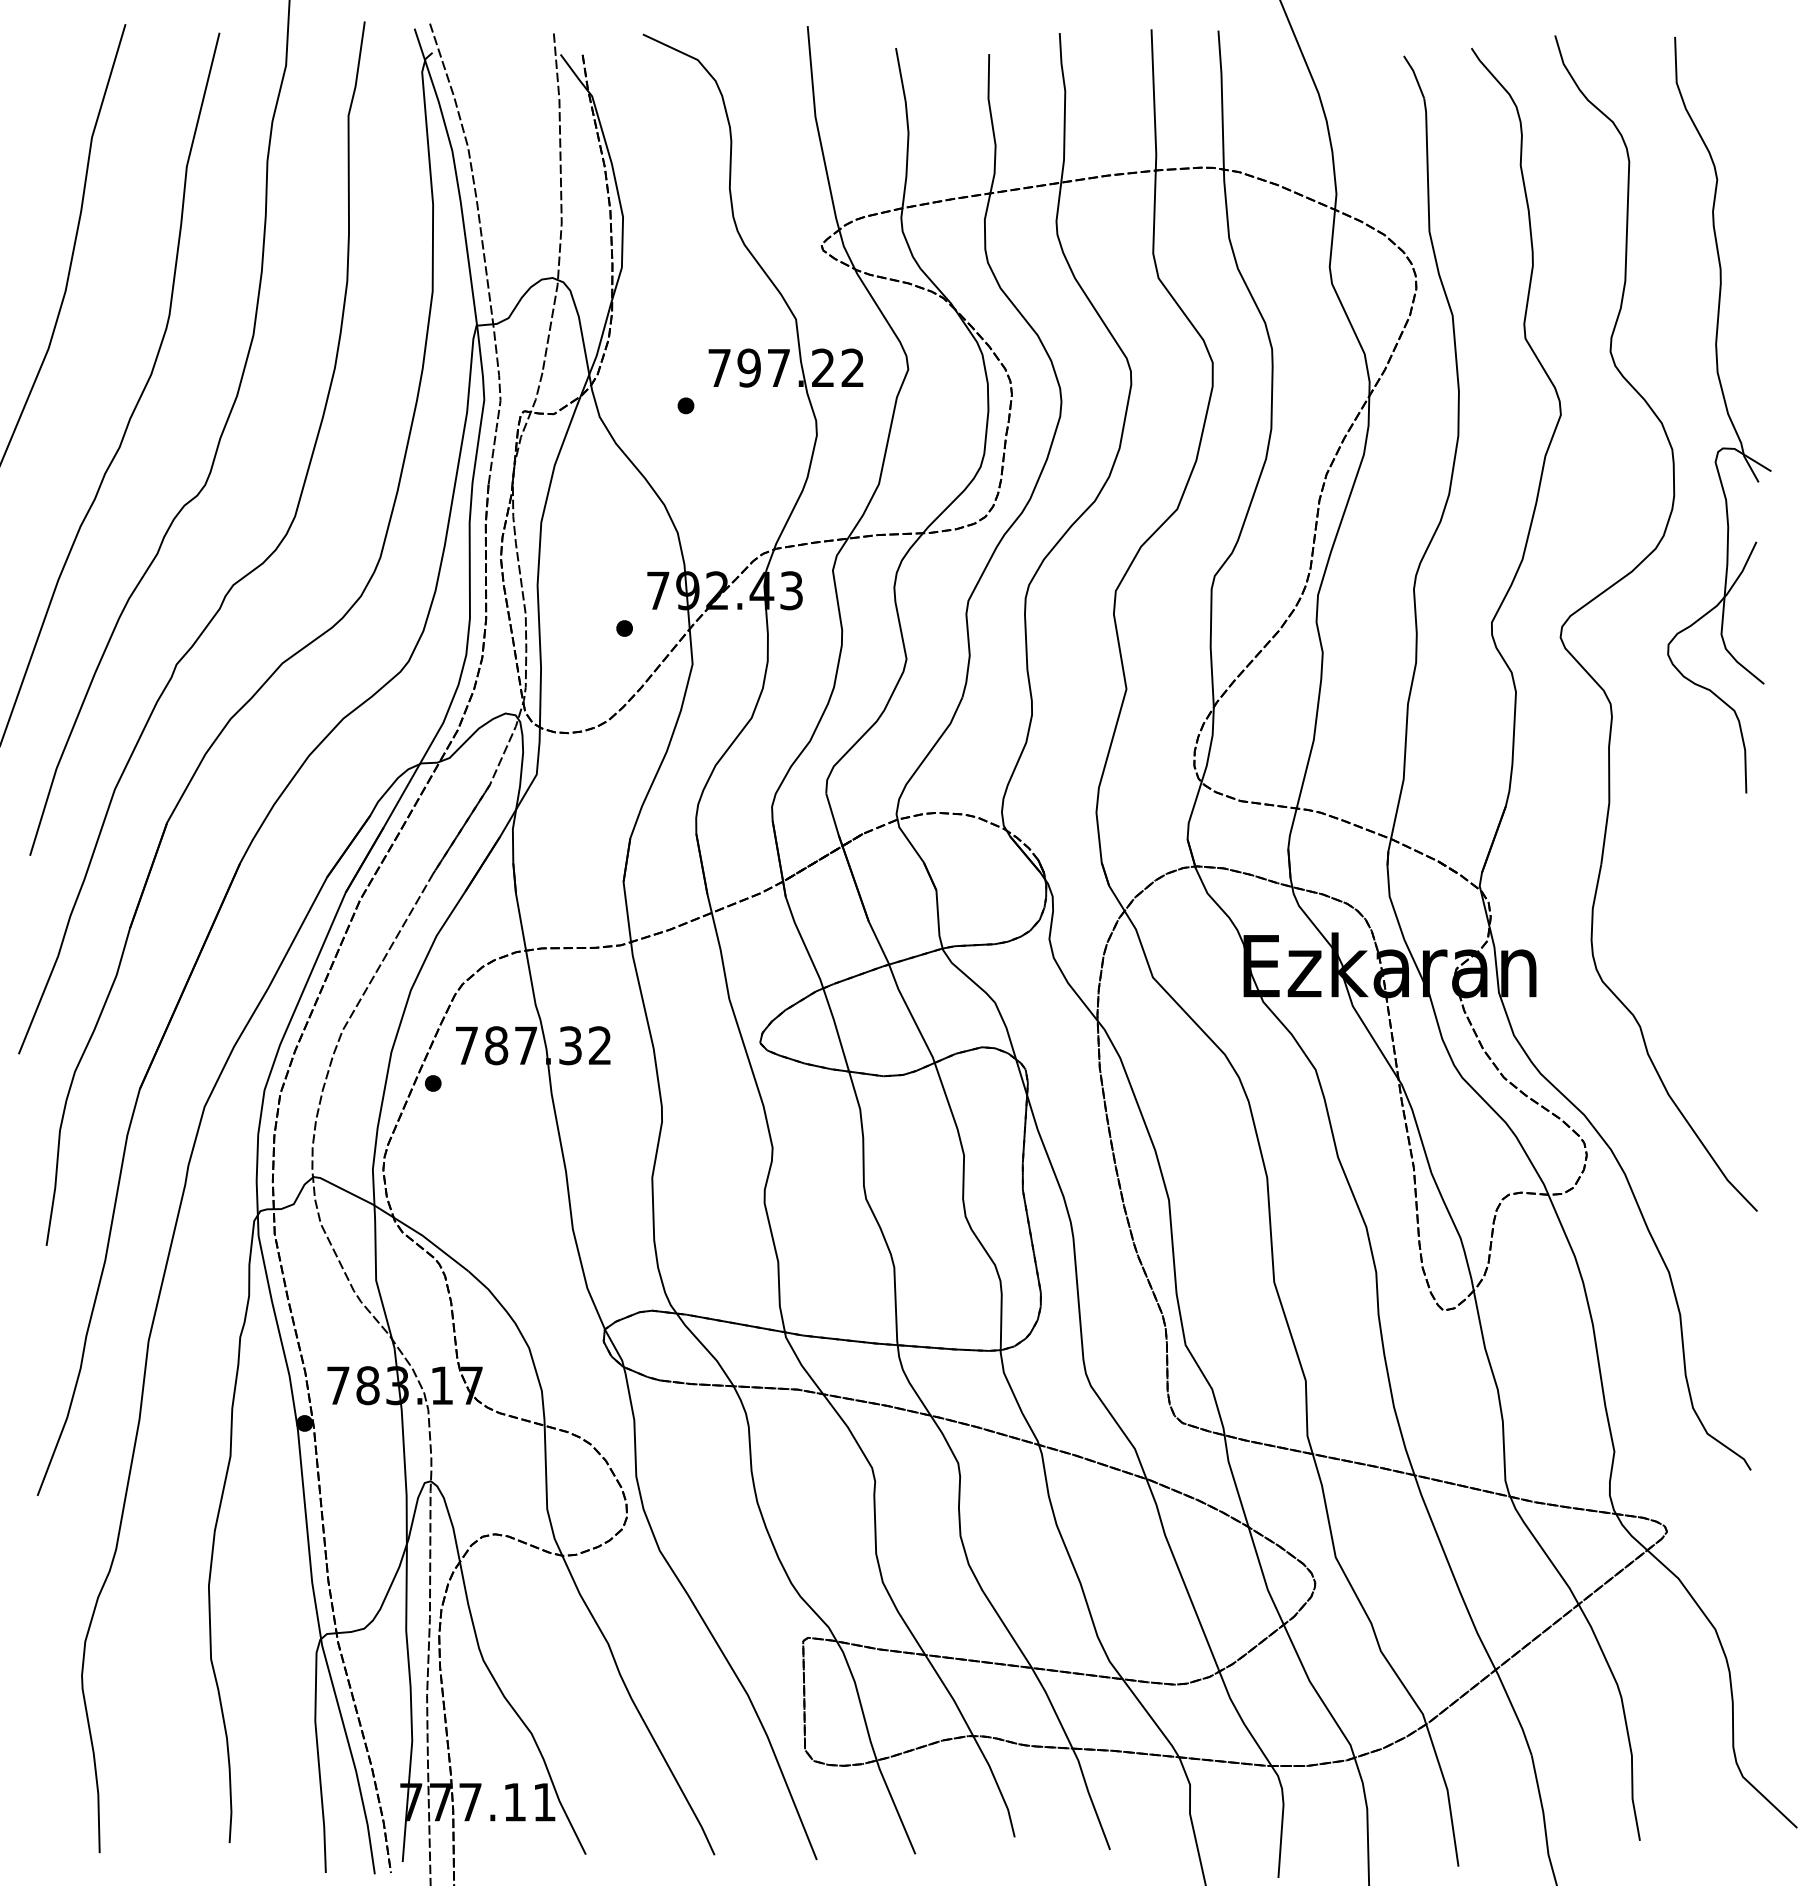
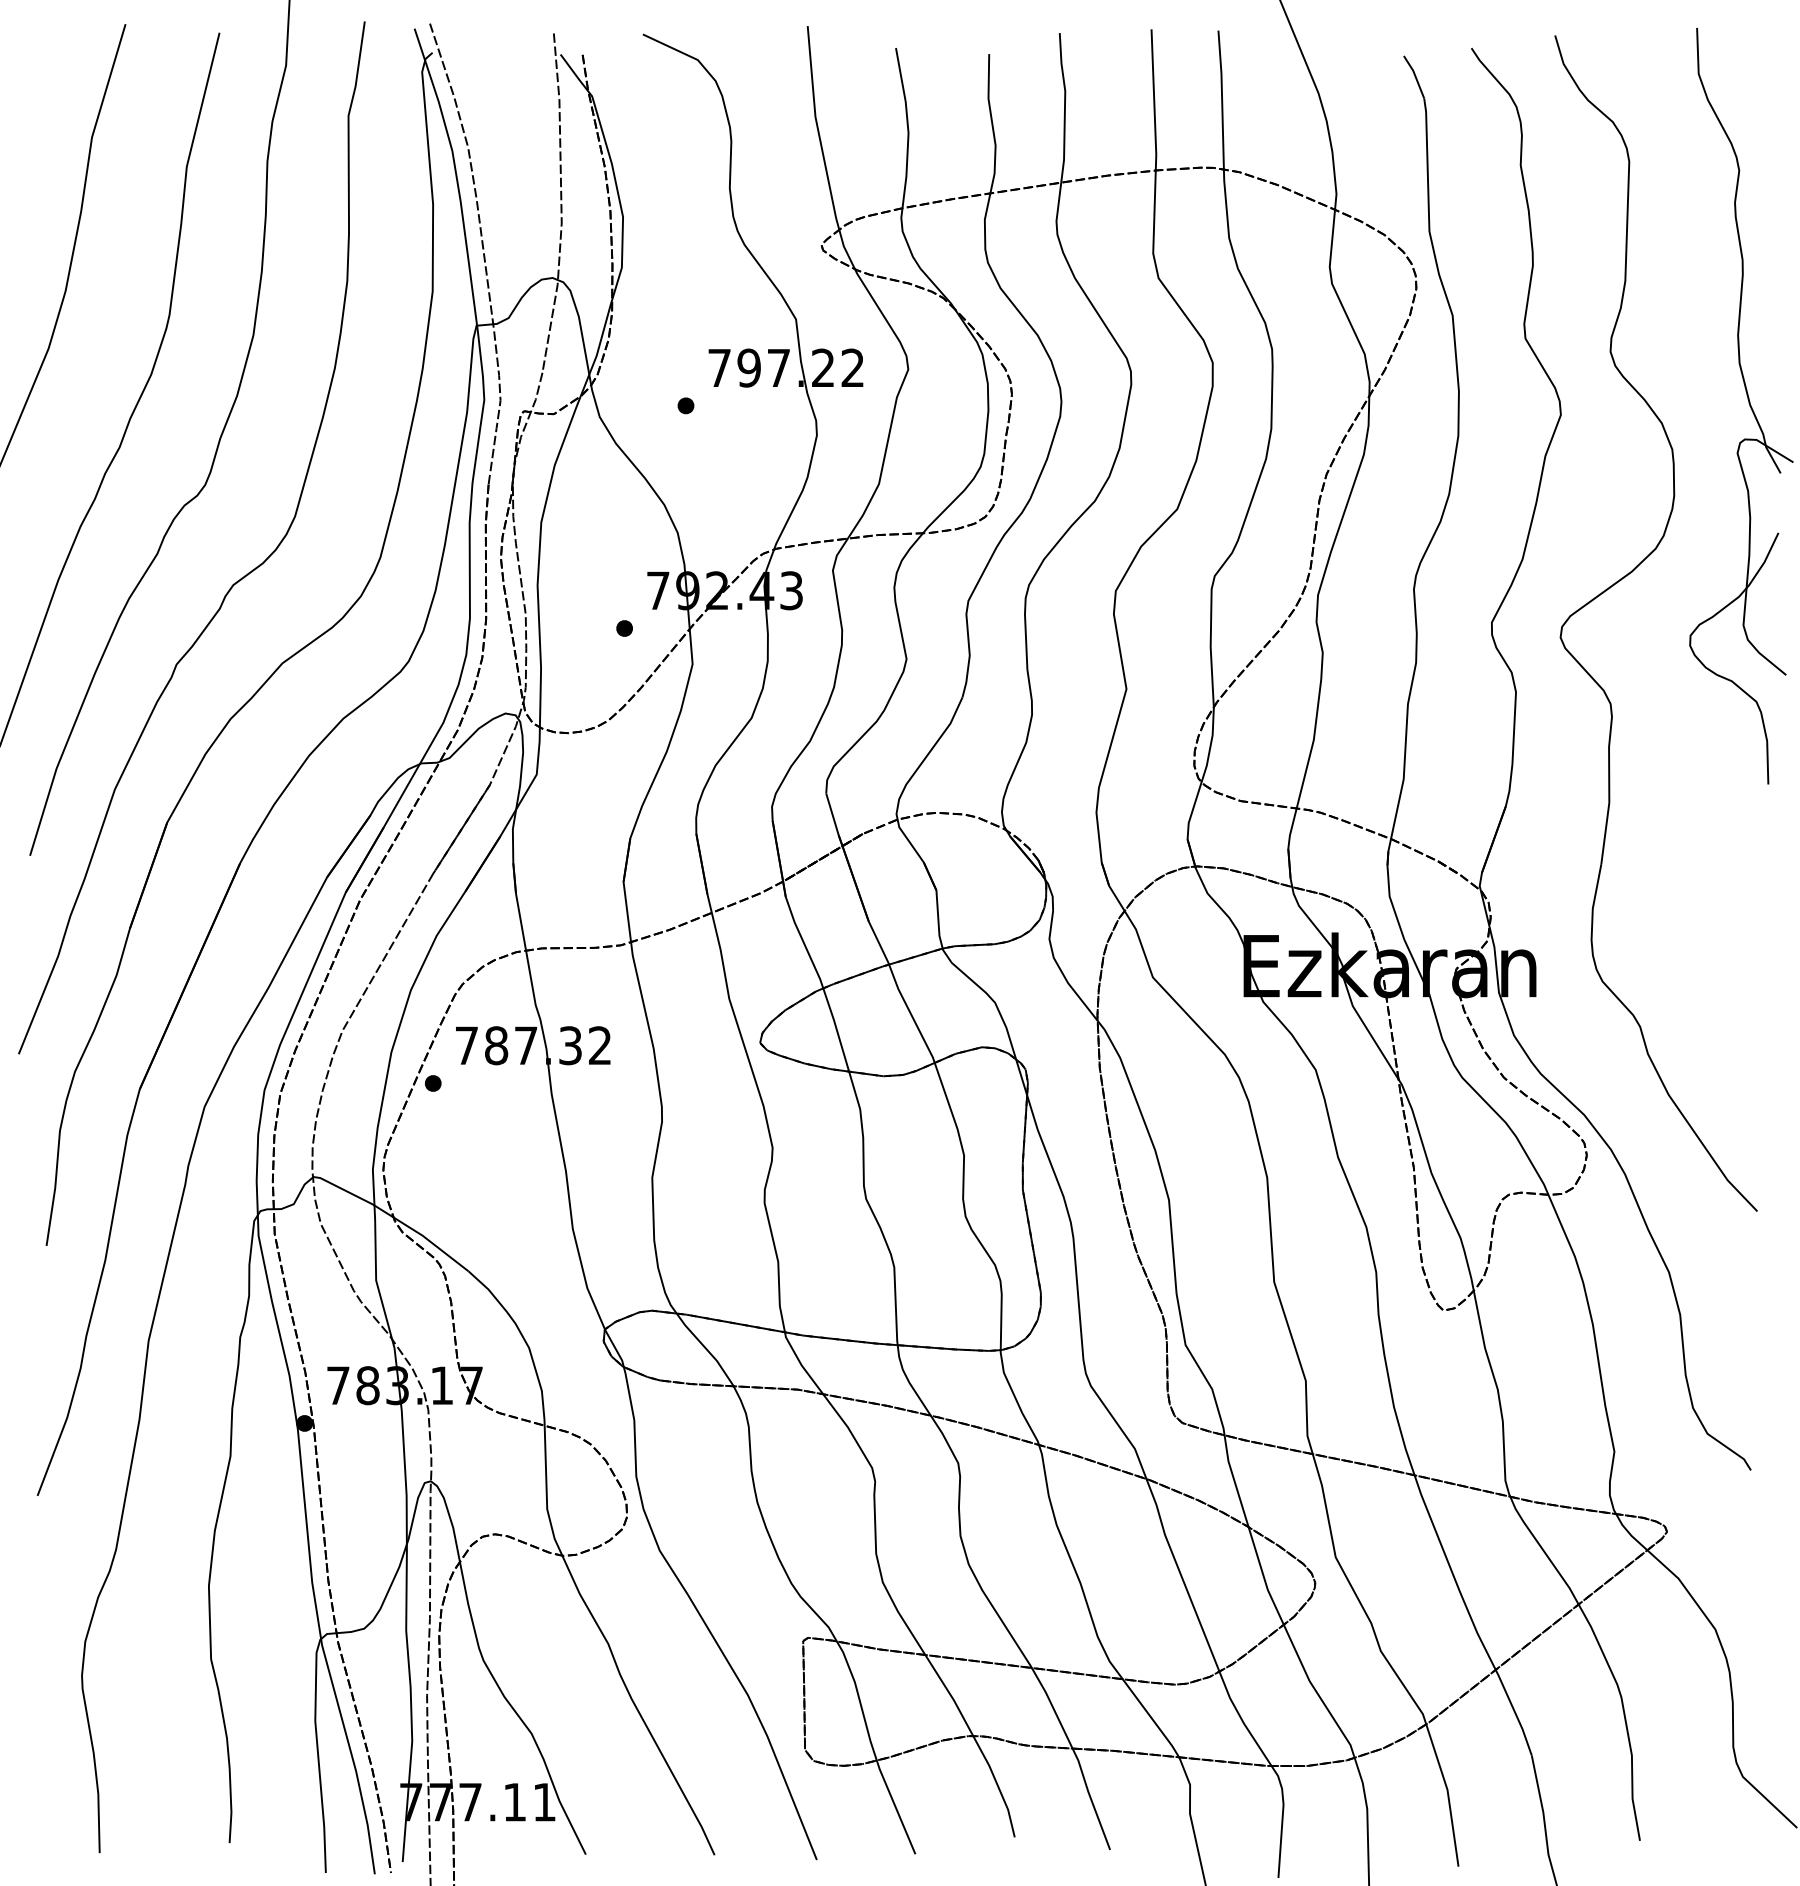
part at (1726, 412) position: (1726, 412) -> (1748, 403)
